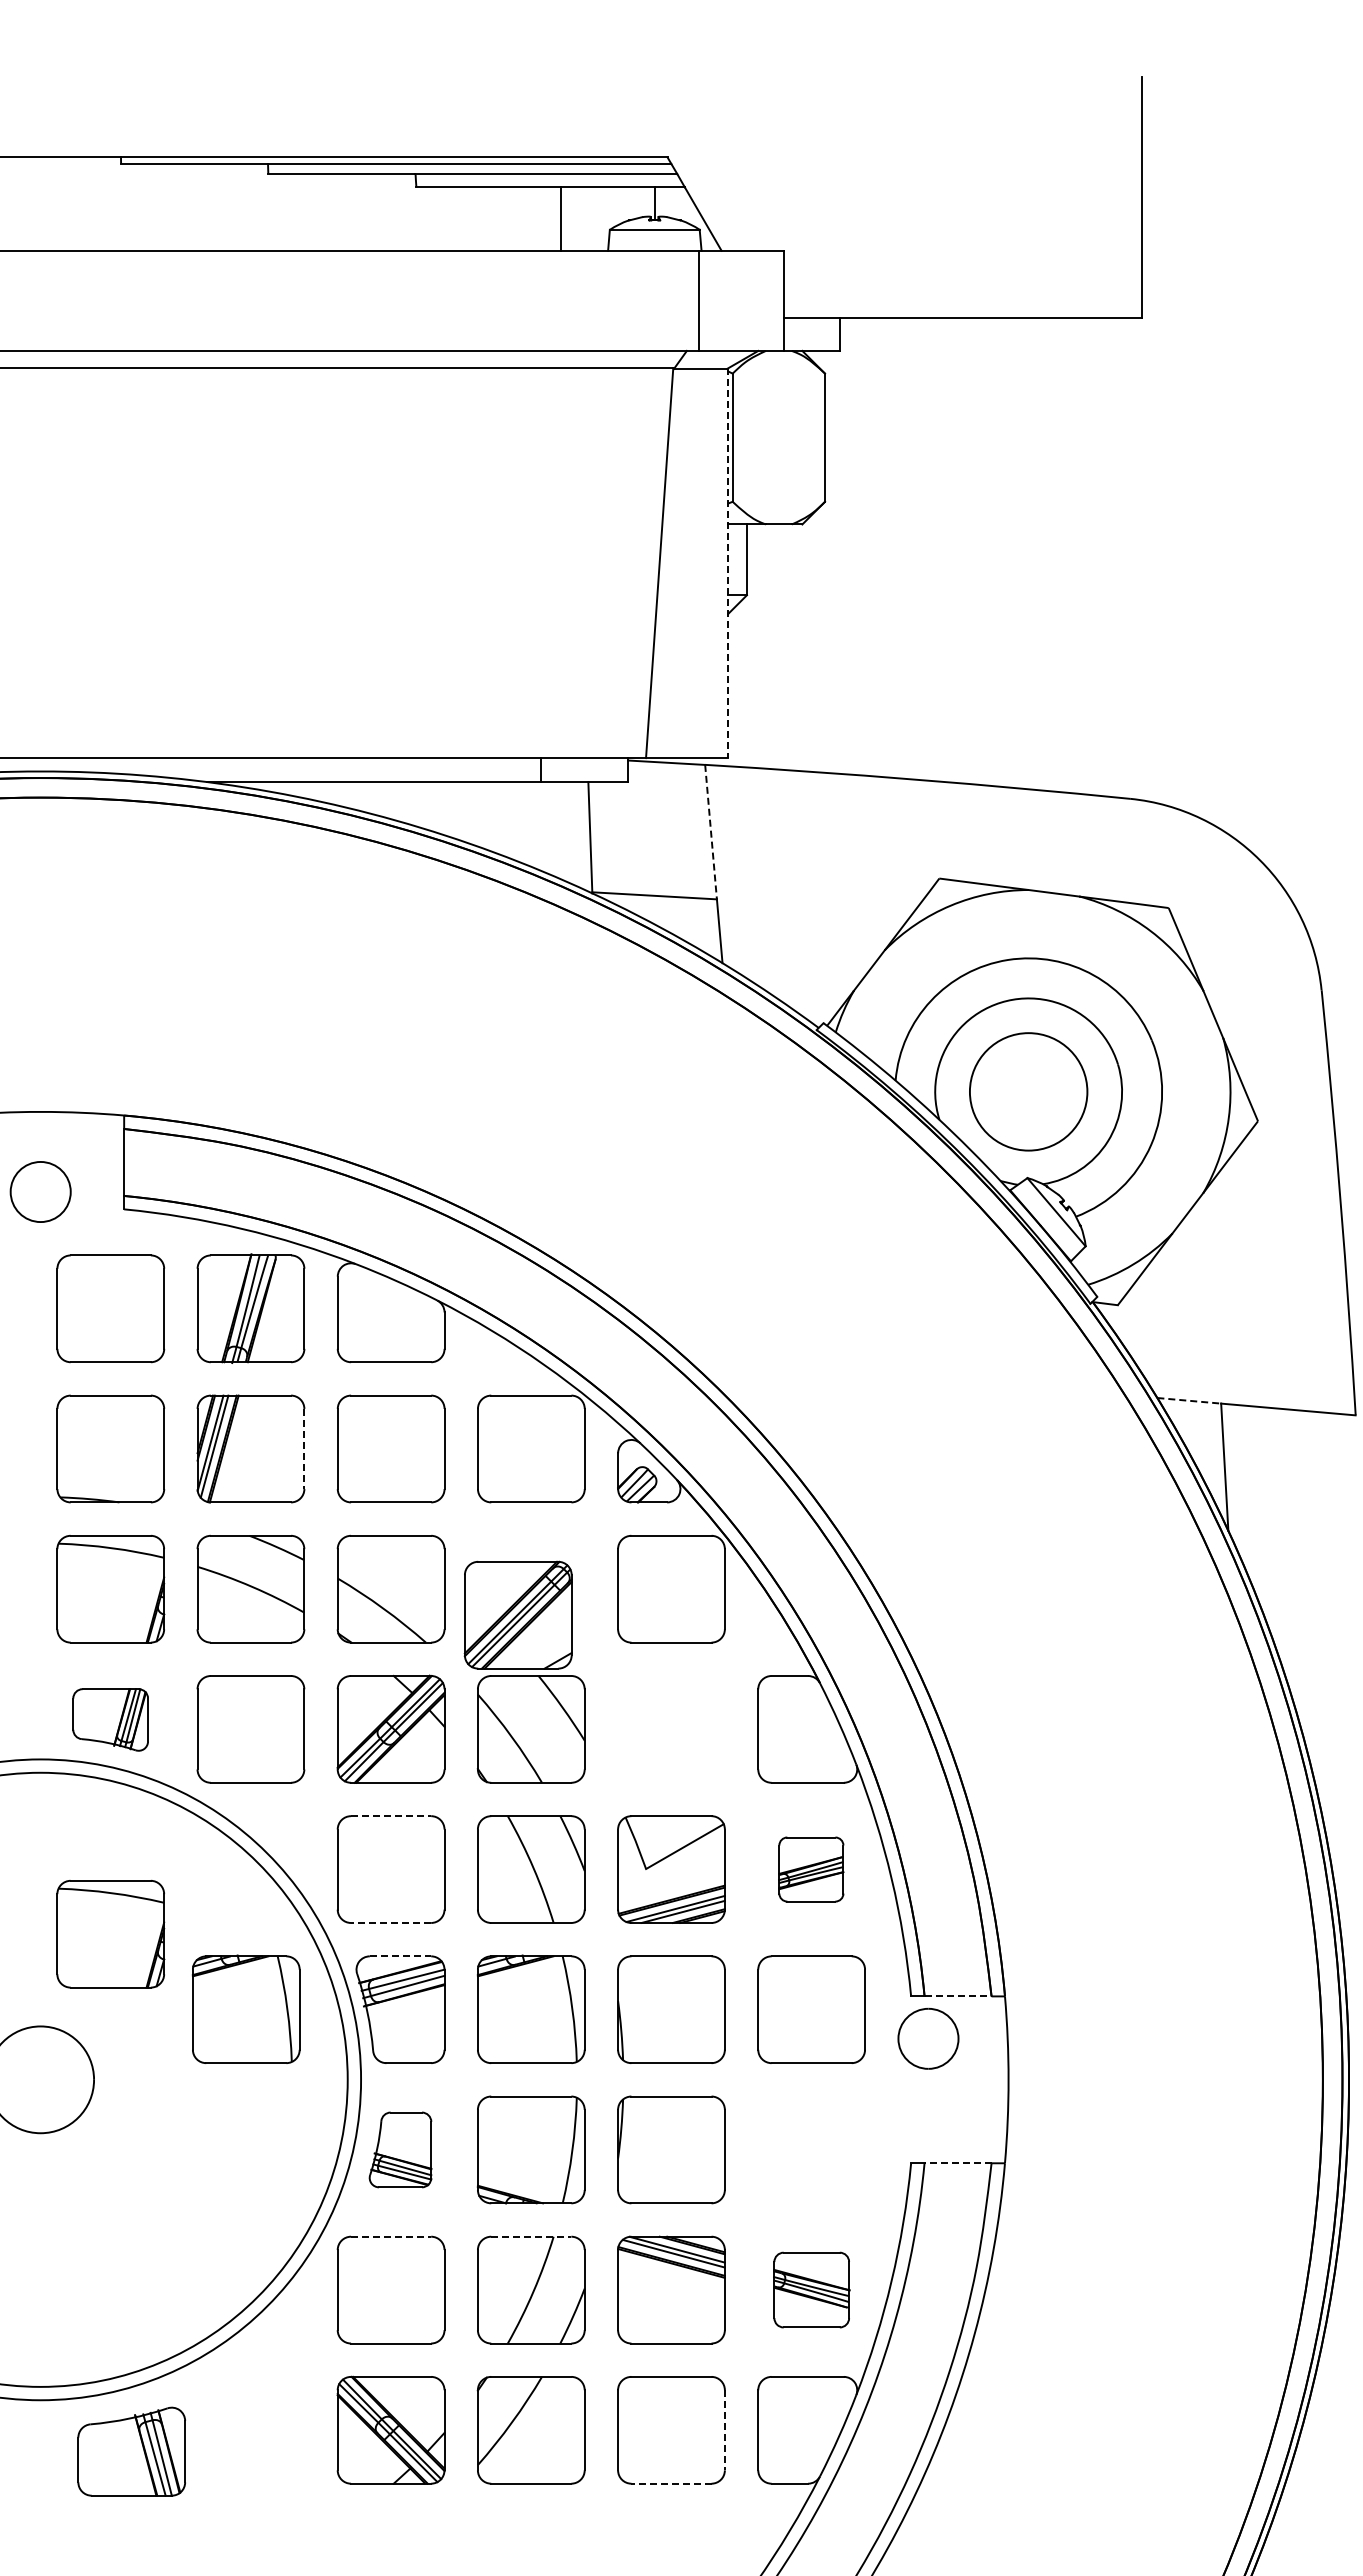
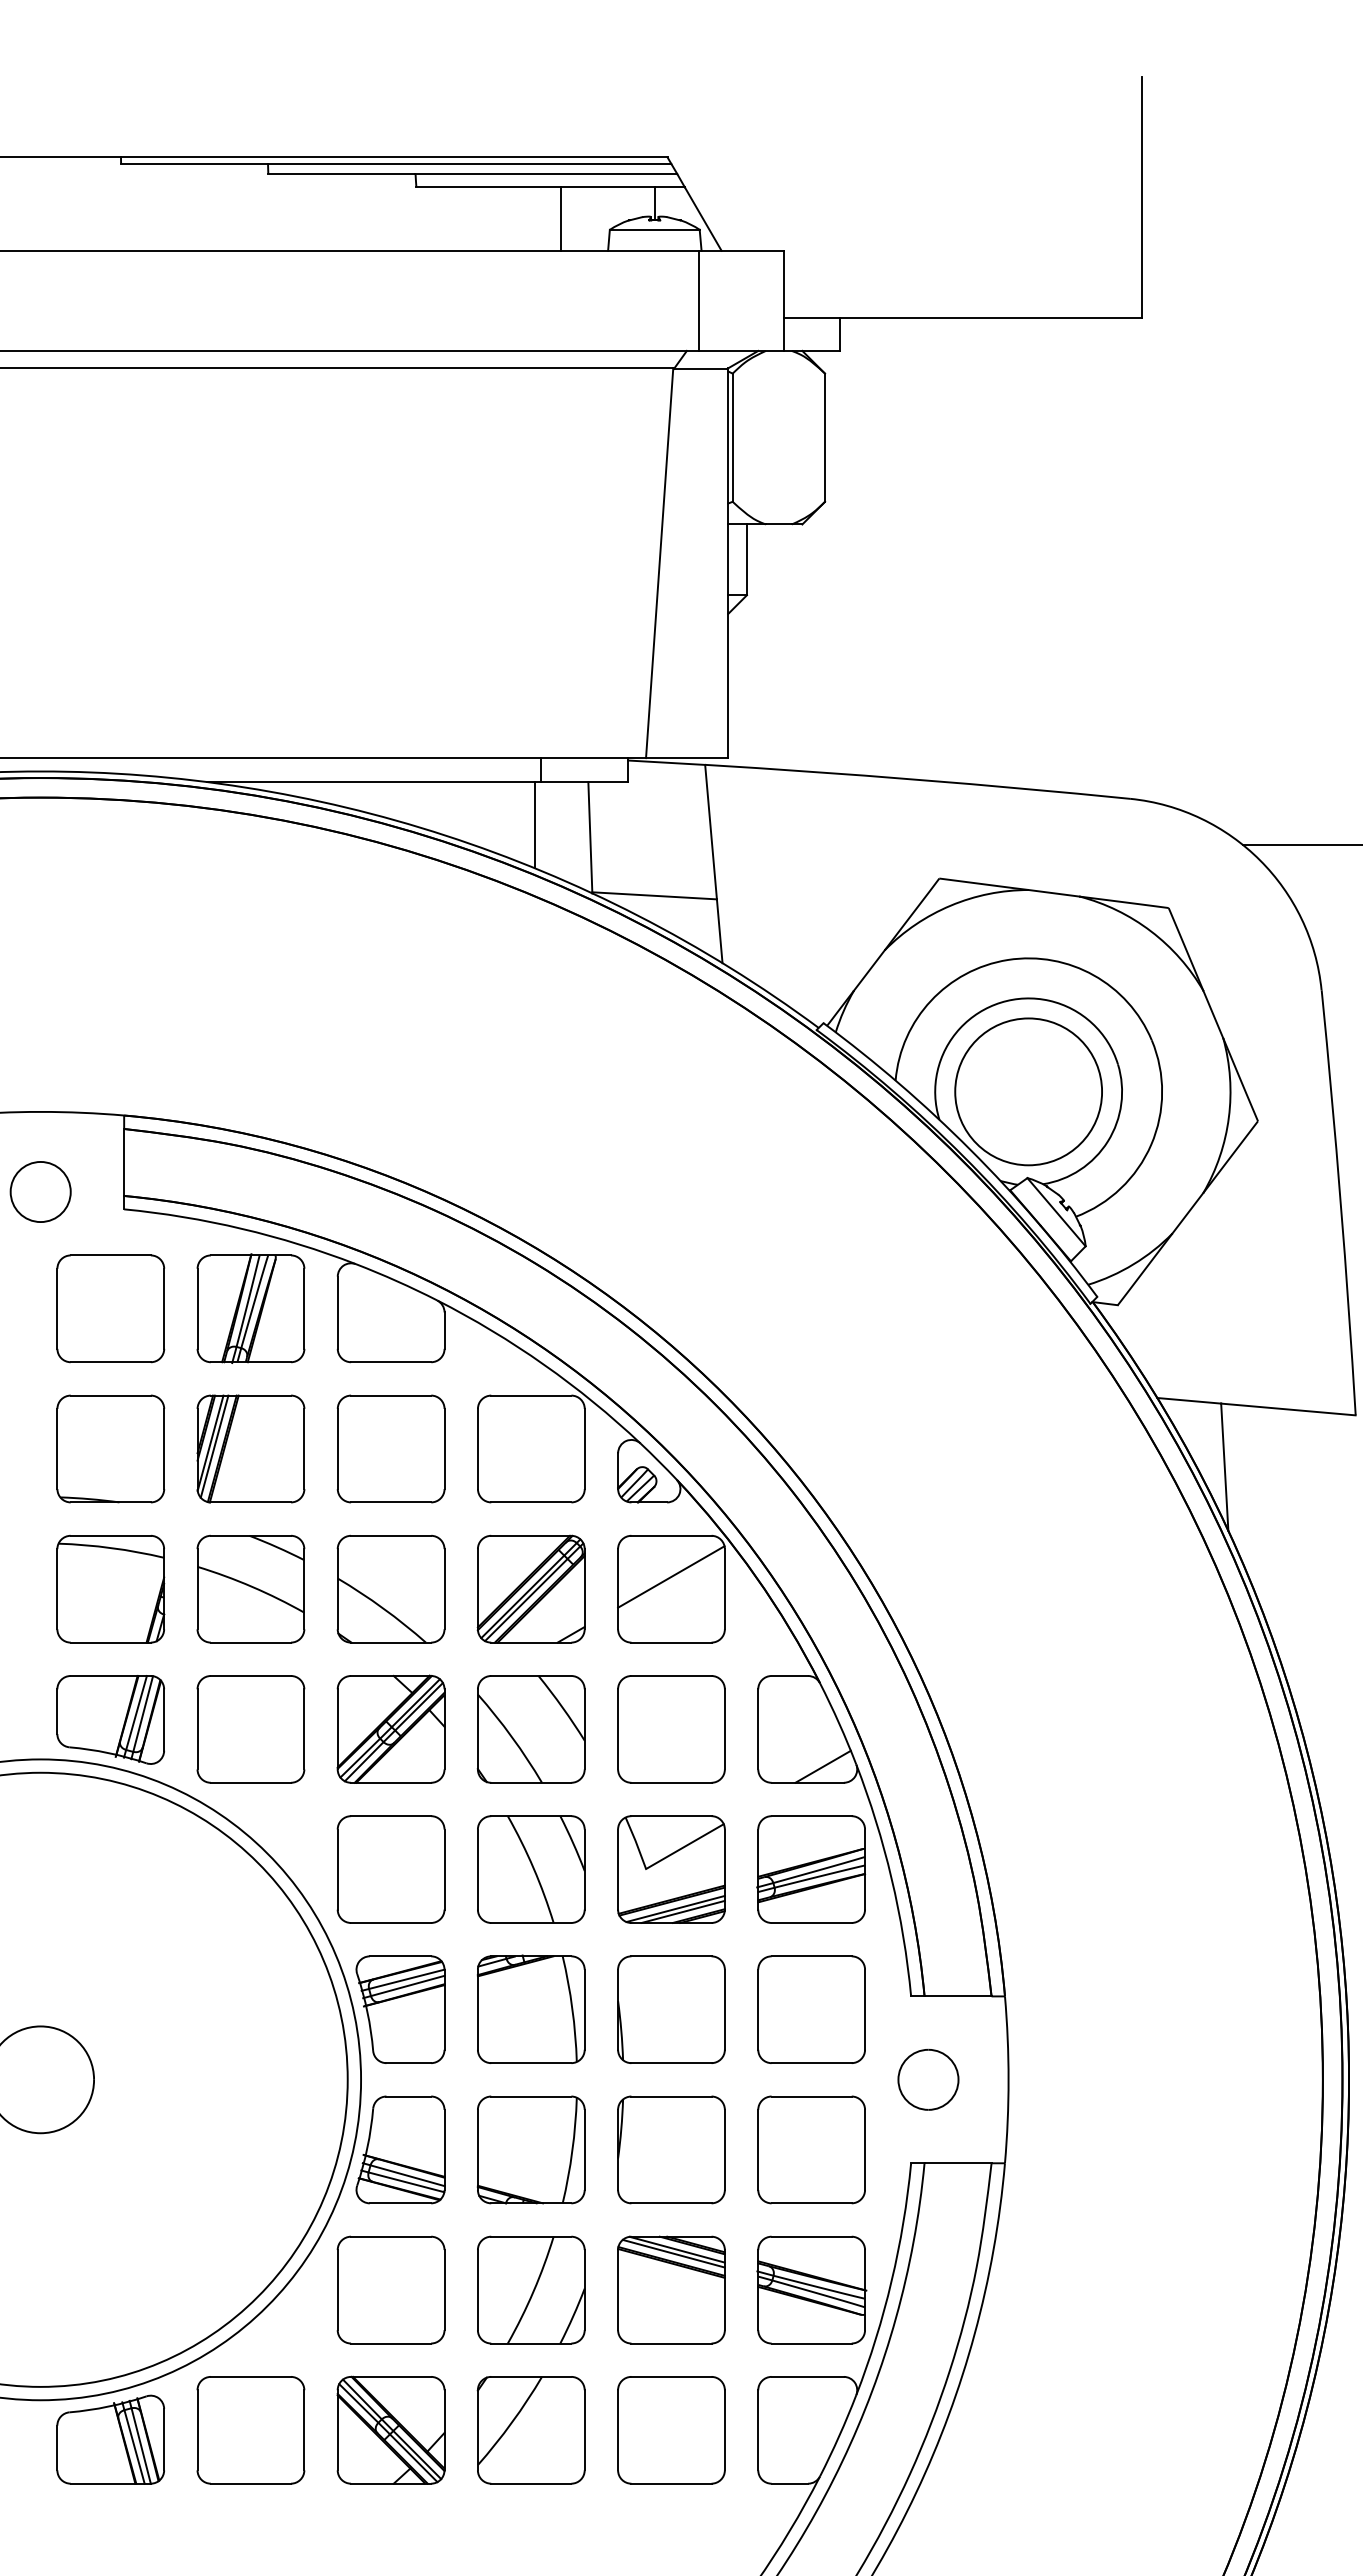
line at (728, 563): dashed -> solid
line at (534, 825): none -> present
line at (711, 832): dashed -> solid
line at (1300, 844): none -> present
circle at (1028, 1091) diameter: 117 px -> 147 px
line at (1189, 1400): dashed -> solid
line at (304, 1449): dashed -> solid
line at (671, 1576): none -> present
part at (517, 1614) position: (517, 1614) -> (530, 1588)
part at (110, 1719) size: 77x64 px -> 109x90 px
part at (671, 1729): none -> present
line at (822, 1766): none -> present
line at (391, 1816): dashed -> solid
part at (811, 1869) size: 67x67 px -> 110x109 px
line at (390, 1922): dashed -> solid
part at (110, 1933): present -> none
line at (400, 1956): dashed -> solid
line at (958, 1996): dashed -> solid
part at (245, 2008): present -> none
part at (928, 2038) position: (928, 2038) -> (928, 2079)
part at (400, 2149) size: 65x78 px -> 91x110 px
part at (811, 2149): none -> present
line at (958, 2163): dashed -> solid
line at (391, 2236): dashed -> solid
line at (531, 2236): dashed -> solid
part at (811, 2289) size: 78x78 px -> 112x110 px
part at (250, 2430): none -> present
line at (724, 2430): dashed -> solid
part at (131, 2451) position: (131, 2451) -> (110, 2439)
line at (670, 2483): dashed -> solid
